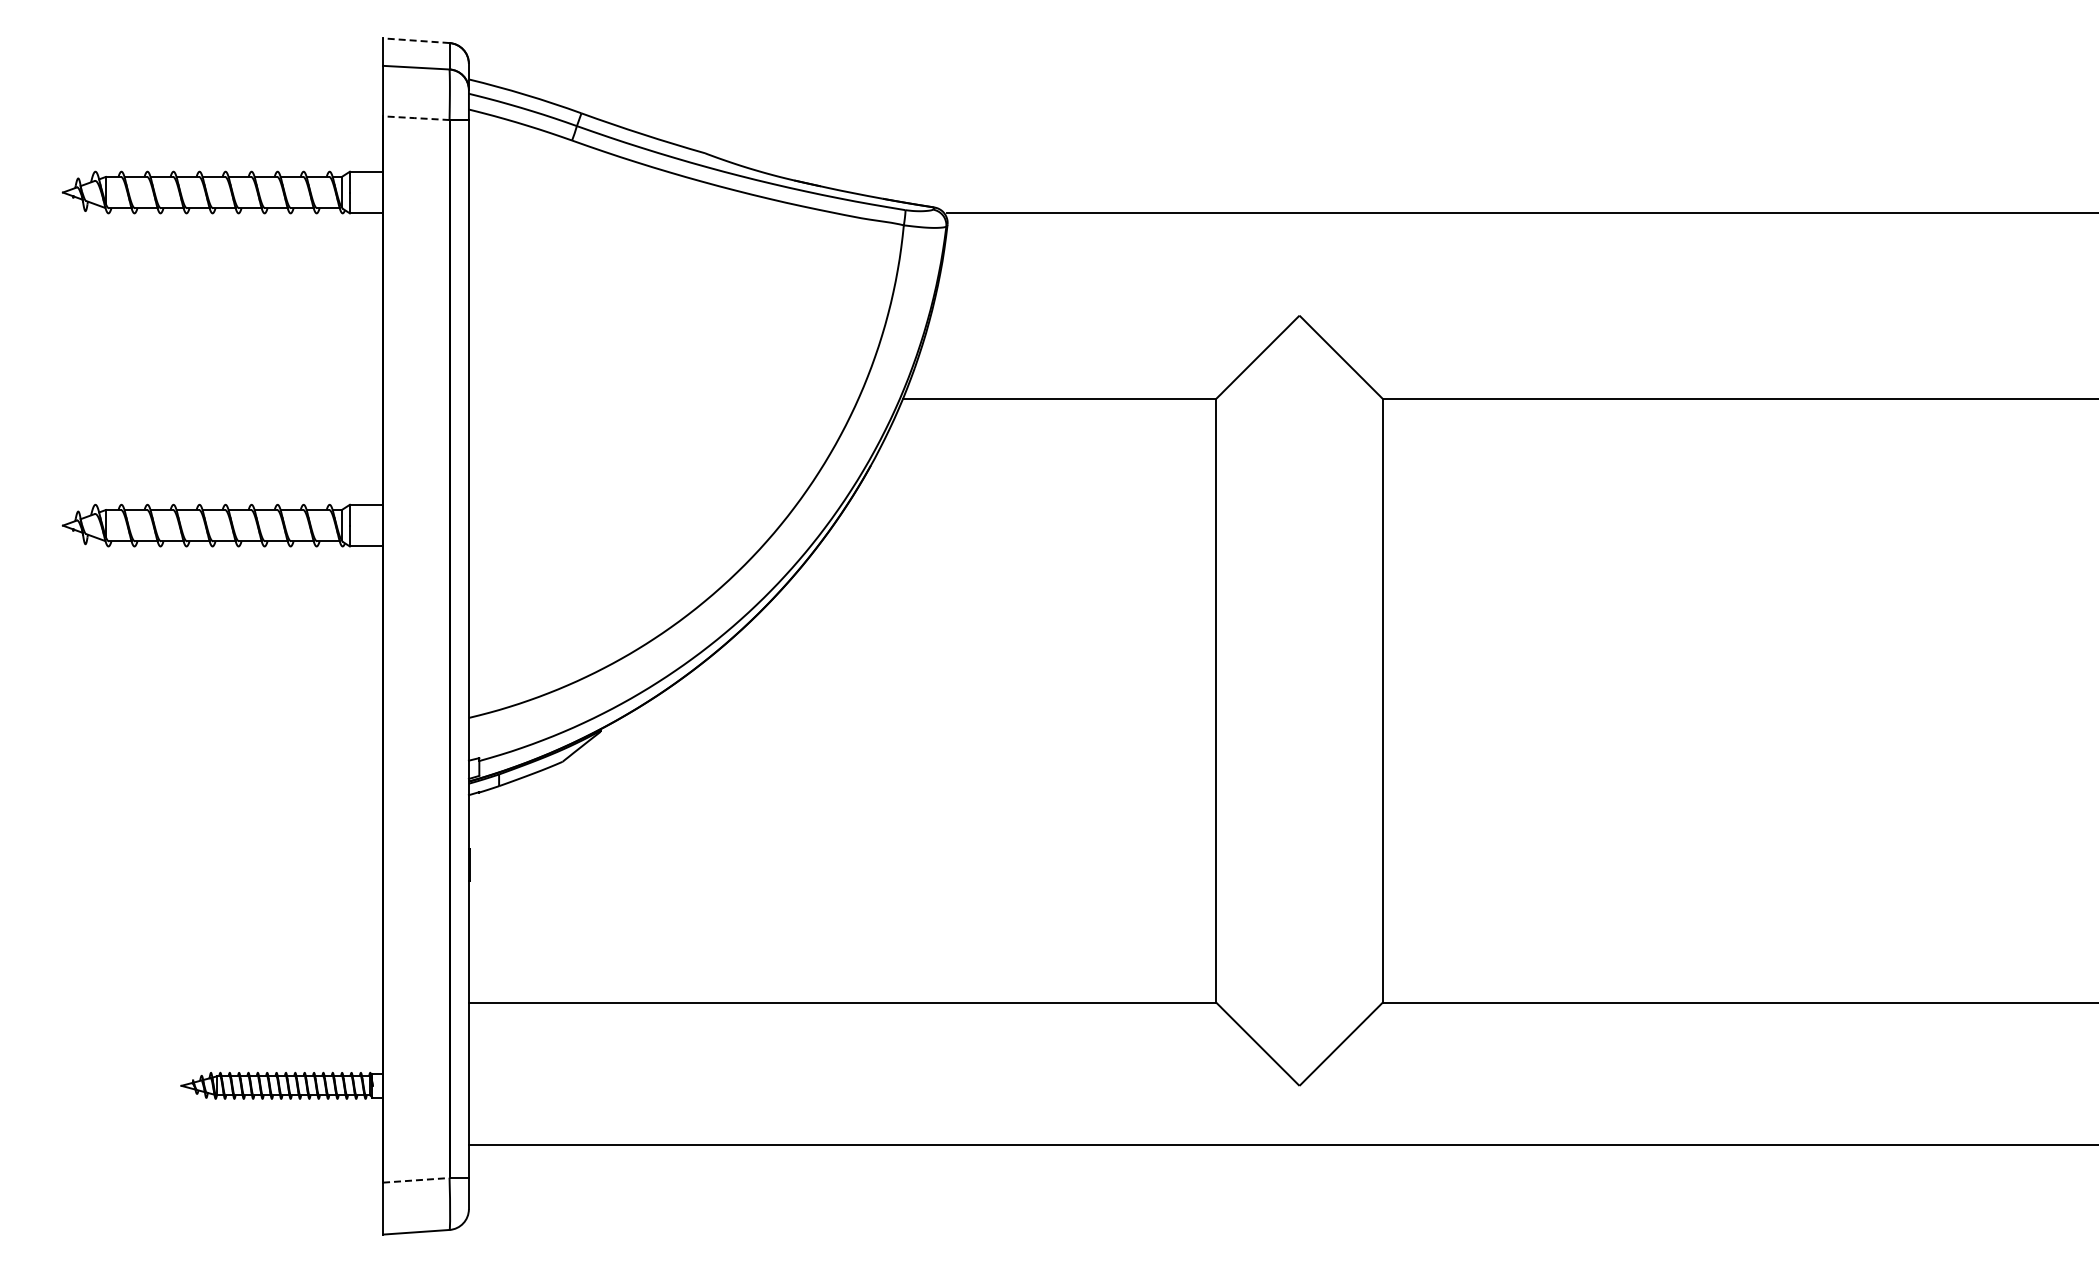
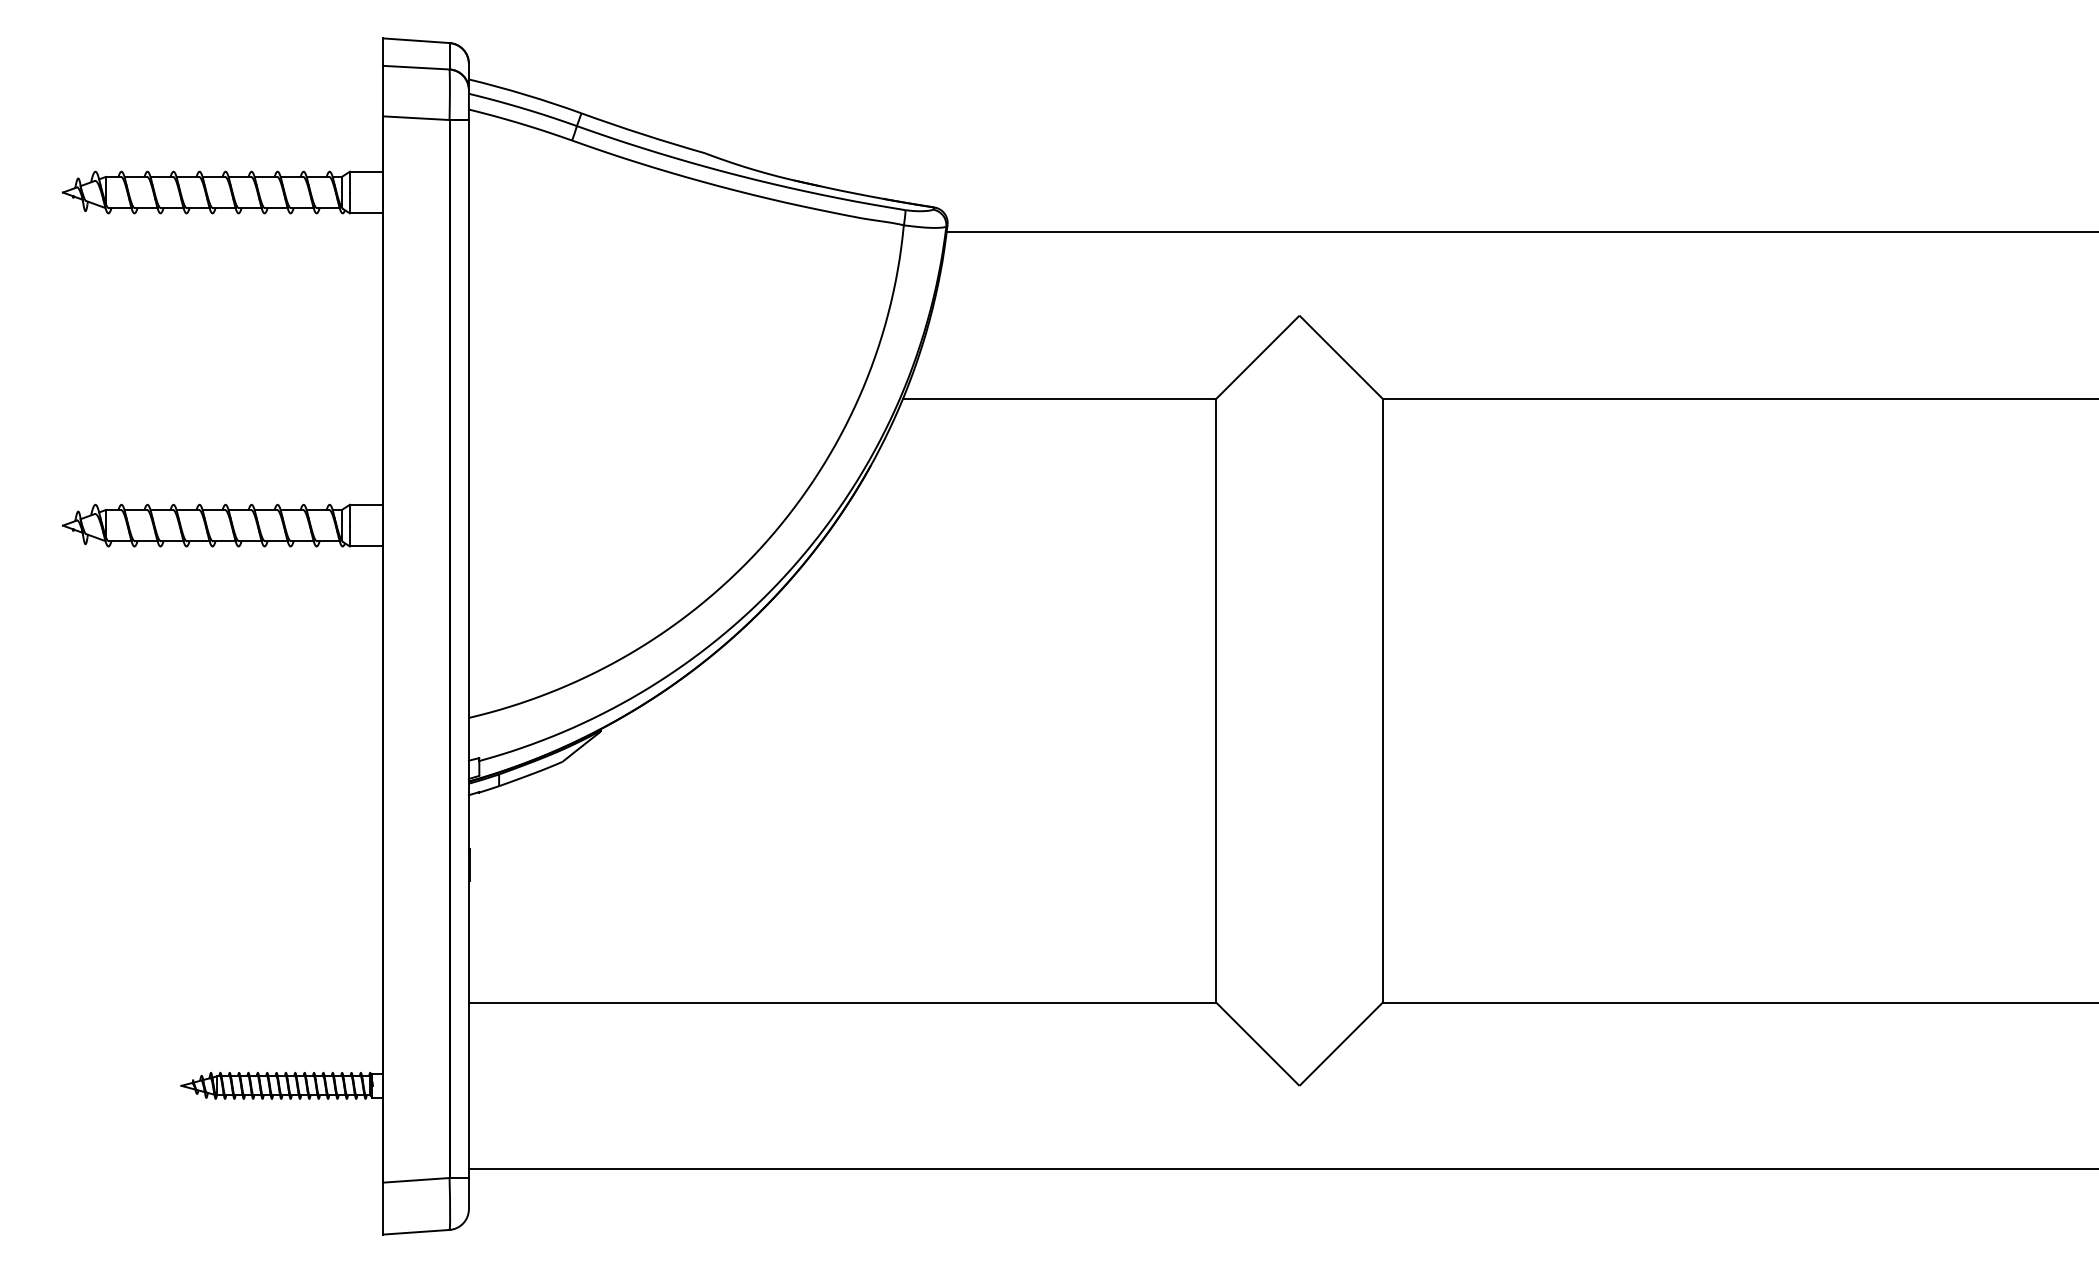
line at (415, 40): dashed -> solid
line at (415, 118): dashed -> solid
line at (1520, 213) position: (1520, 213) -> (1520, 232)
line at (1281, 1145) position: (1281, 1145) -> (1281, 1169)
line at (416, 1180): dashed -> solid
